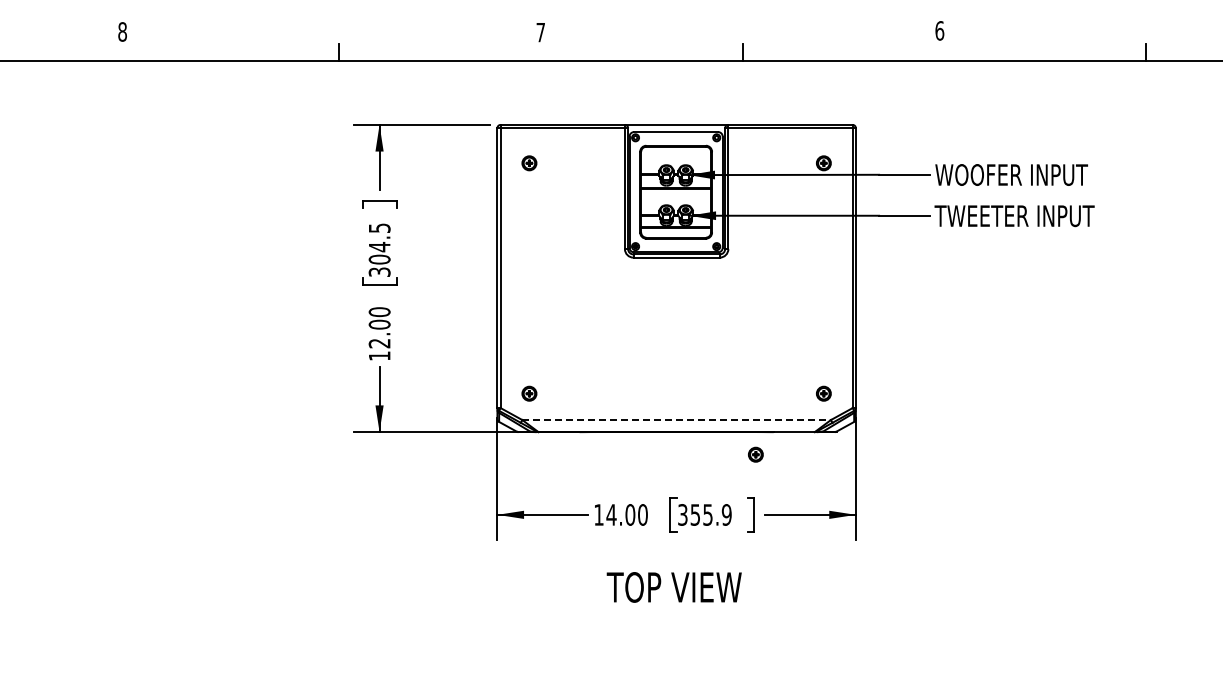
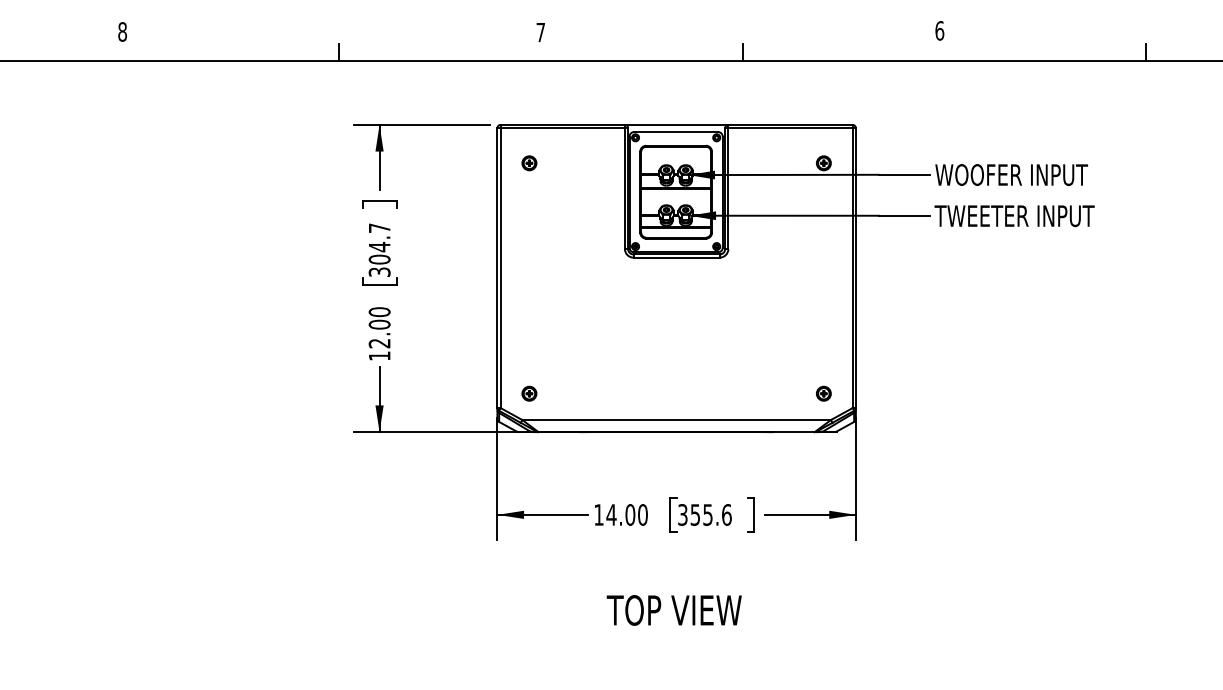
text at (379, 227): 304.5 -> 304.7
line at (677, 420): dashed -> solid
part at (755, 454): present -> none
text at (726, 514): 355.9 -> 355.6
text at (673, 587) position: (673, 587) -> (673, 610)
